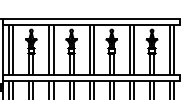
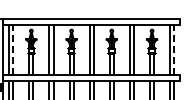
line at (13, 49): solid -> dashed
line at (174, 49): solid -> dashed
